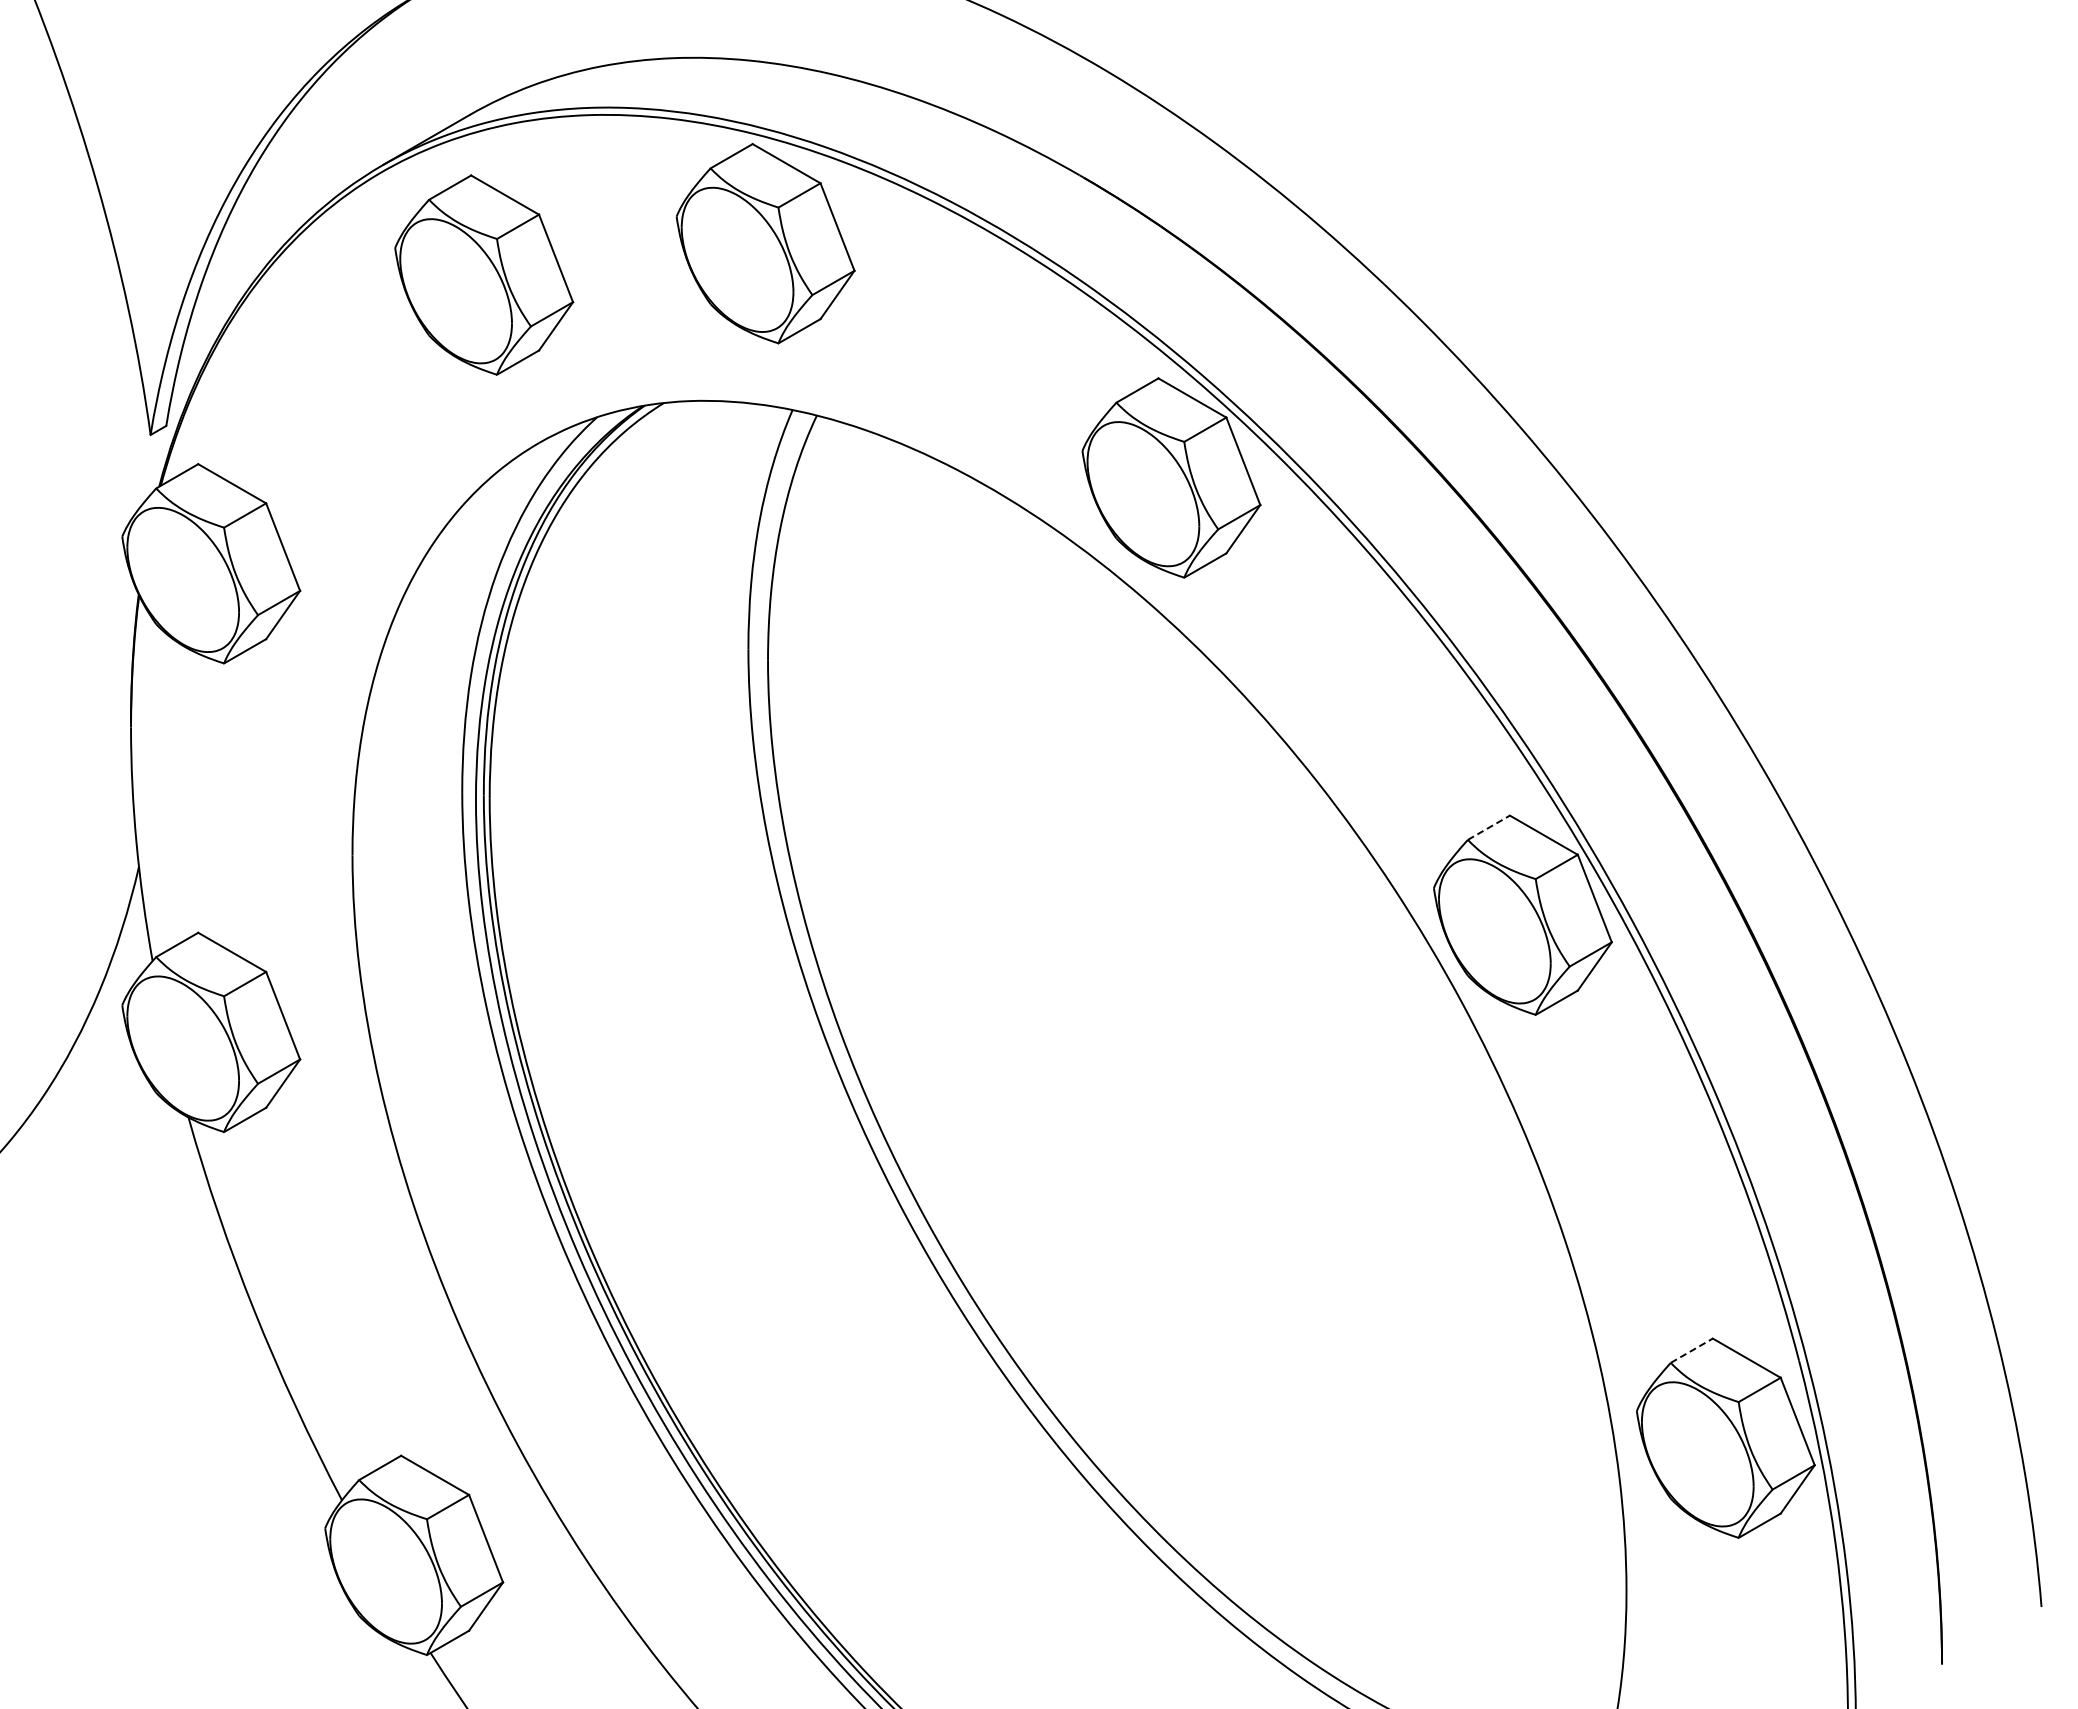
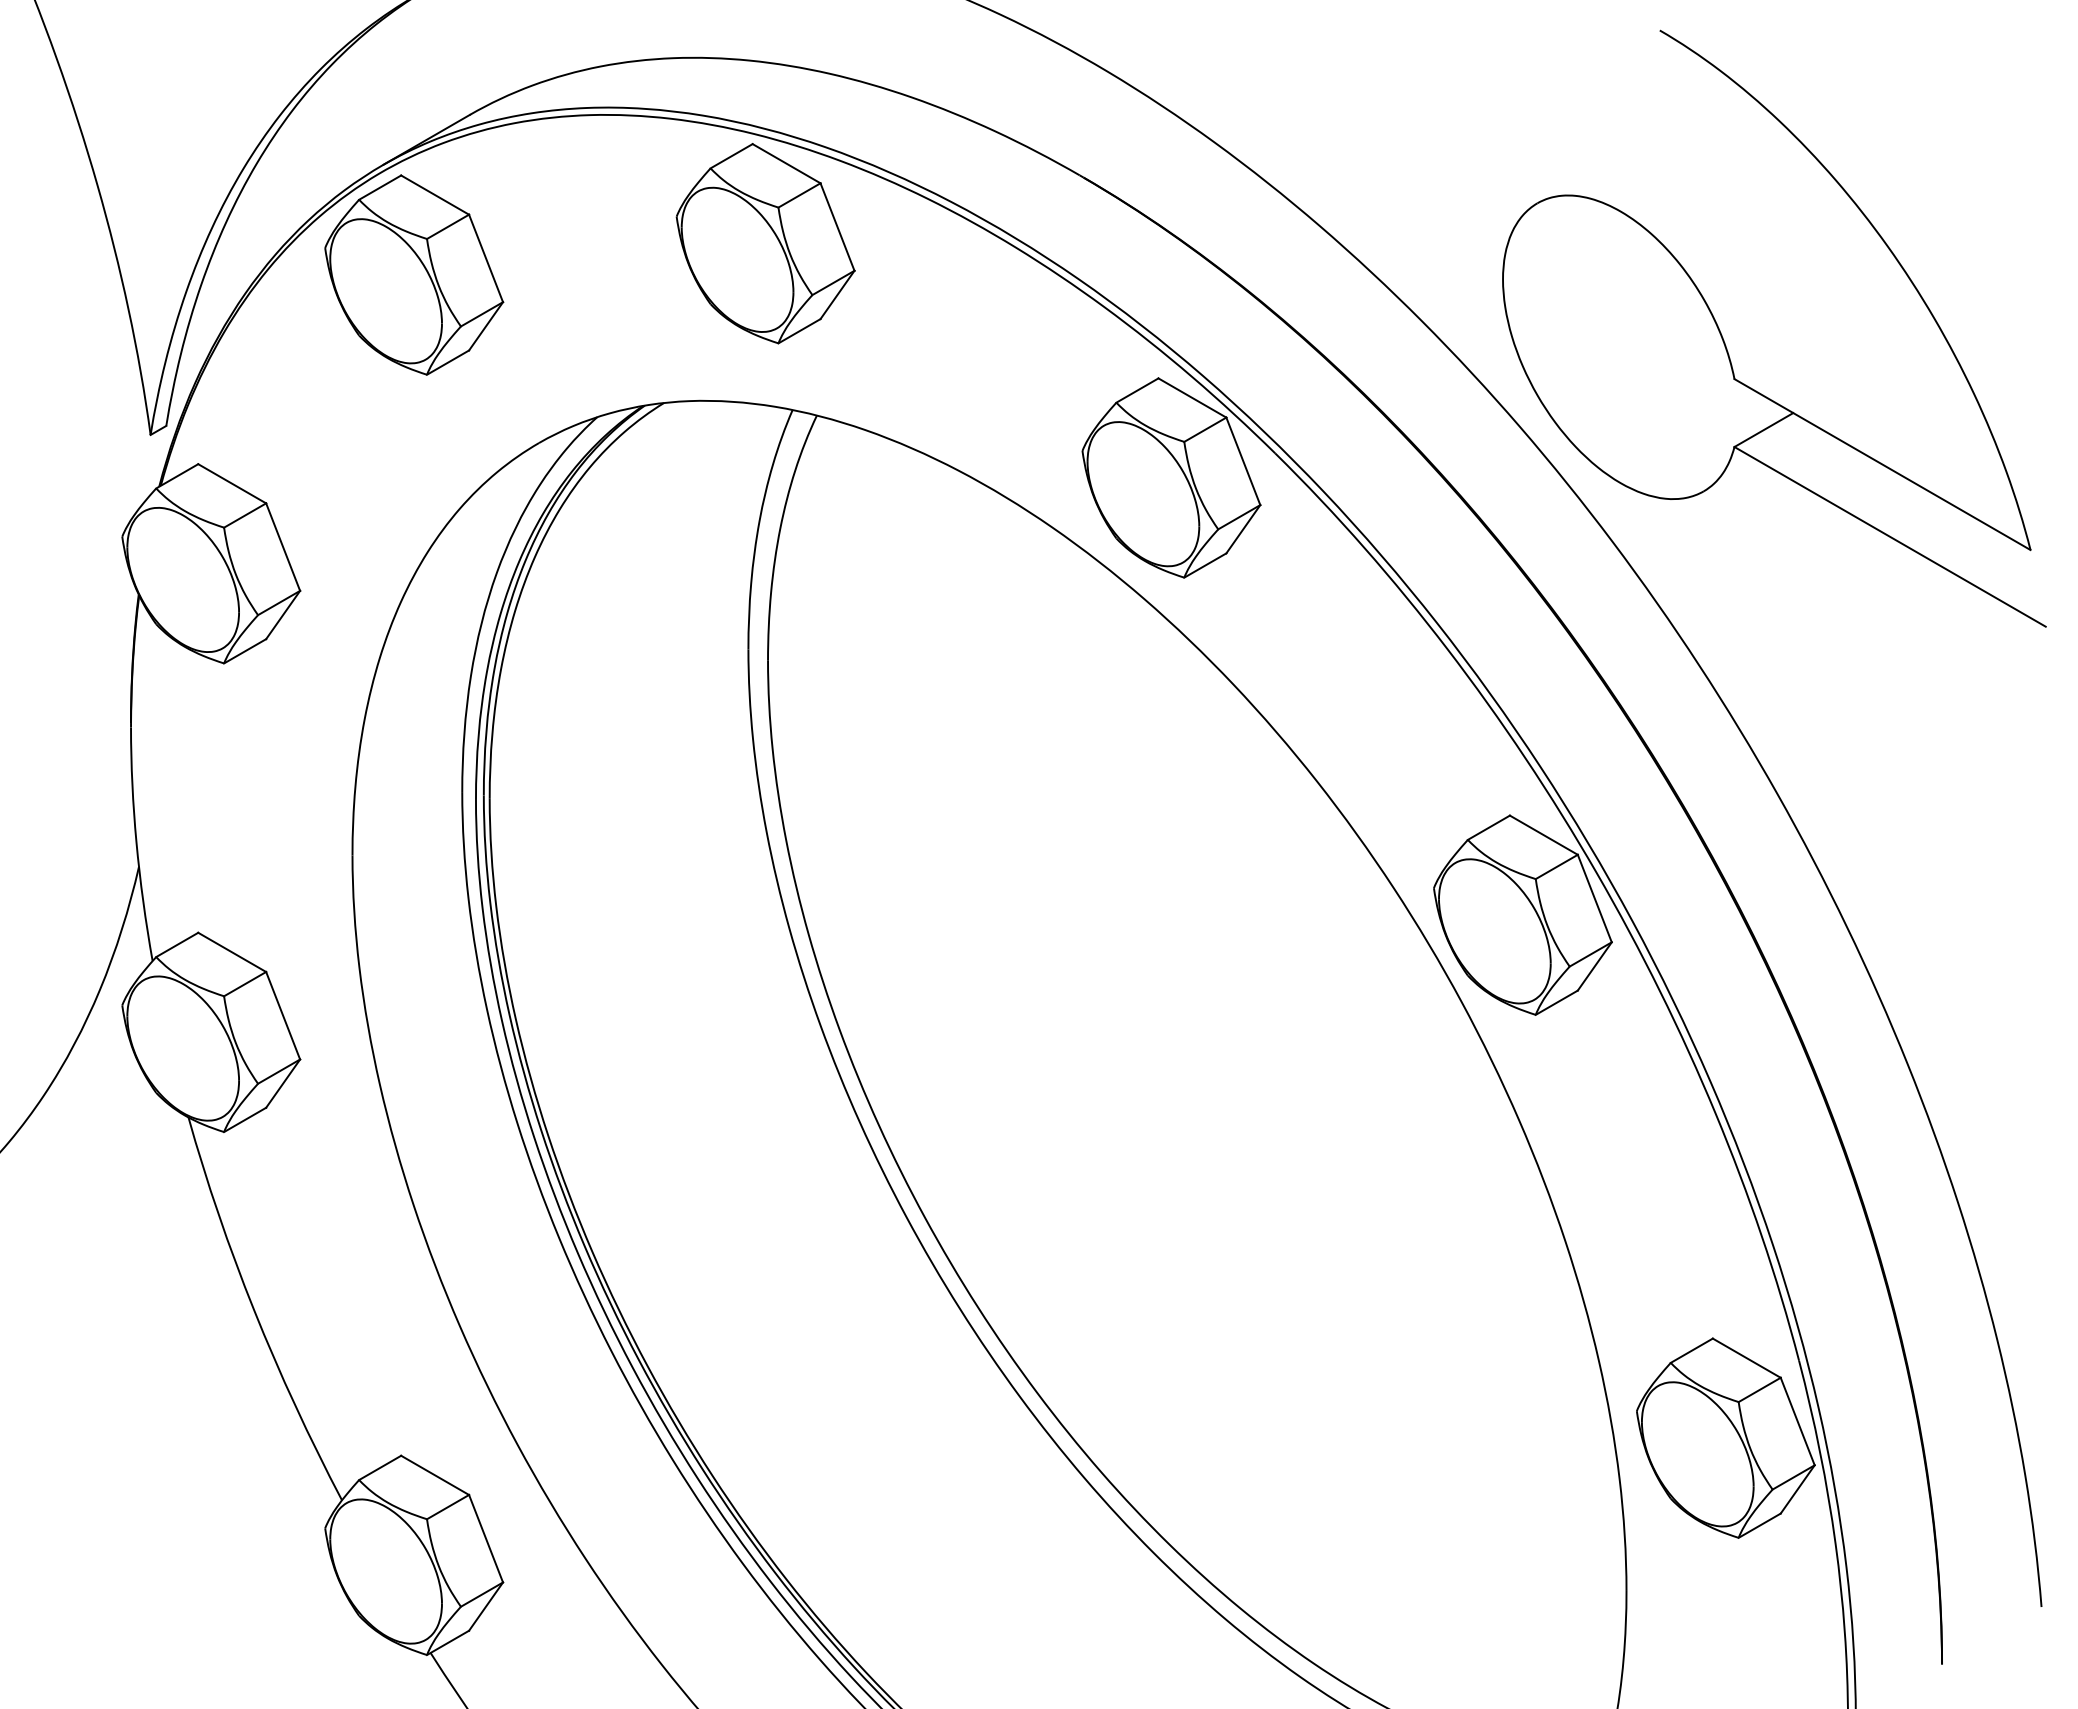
part at (484, 274) position: (484, 274) -> (414, 274)
part at (1726, 345): none -> present
line at (1489, 827): dashed -> solid
line at (1692, 1350): dashed -> solid
